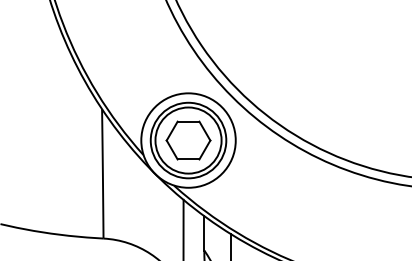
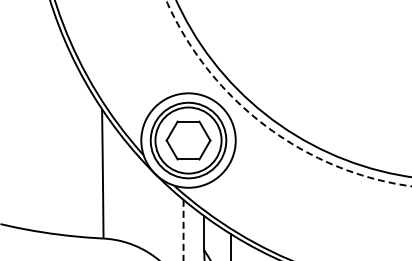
arc at (264, 124): solid -> dashed
line at (183, 230): solid -> dashed
